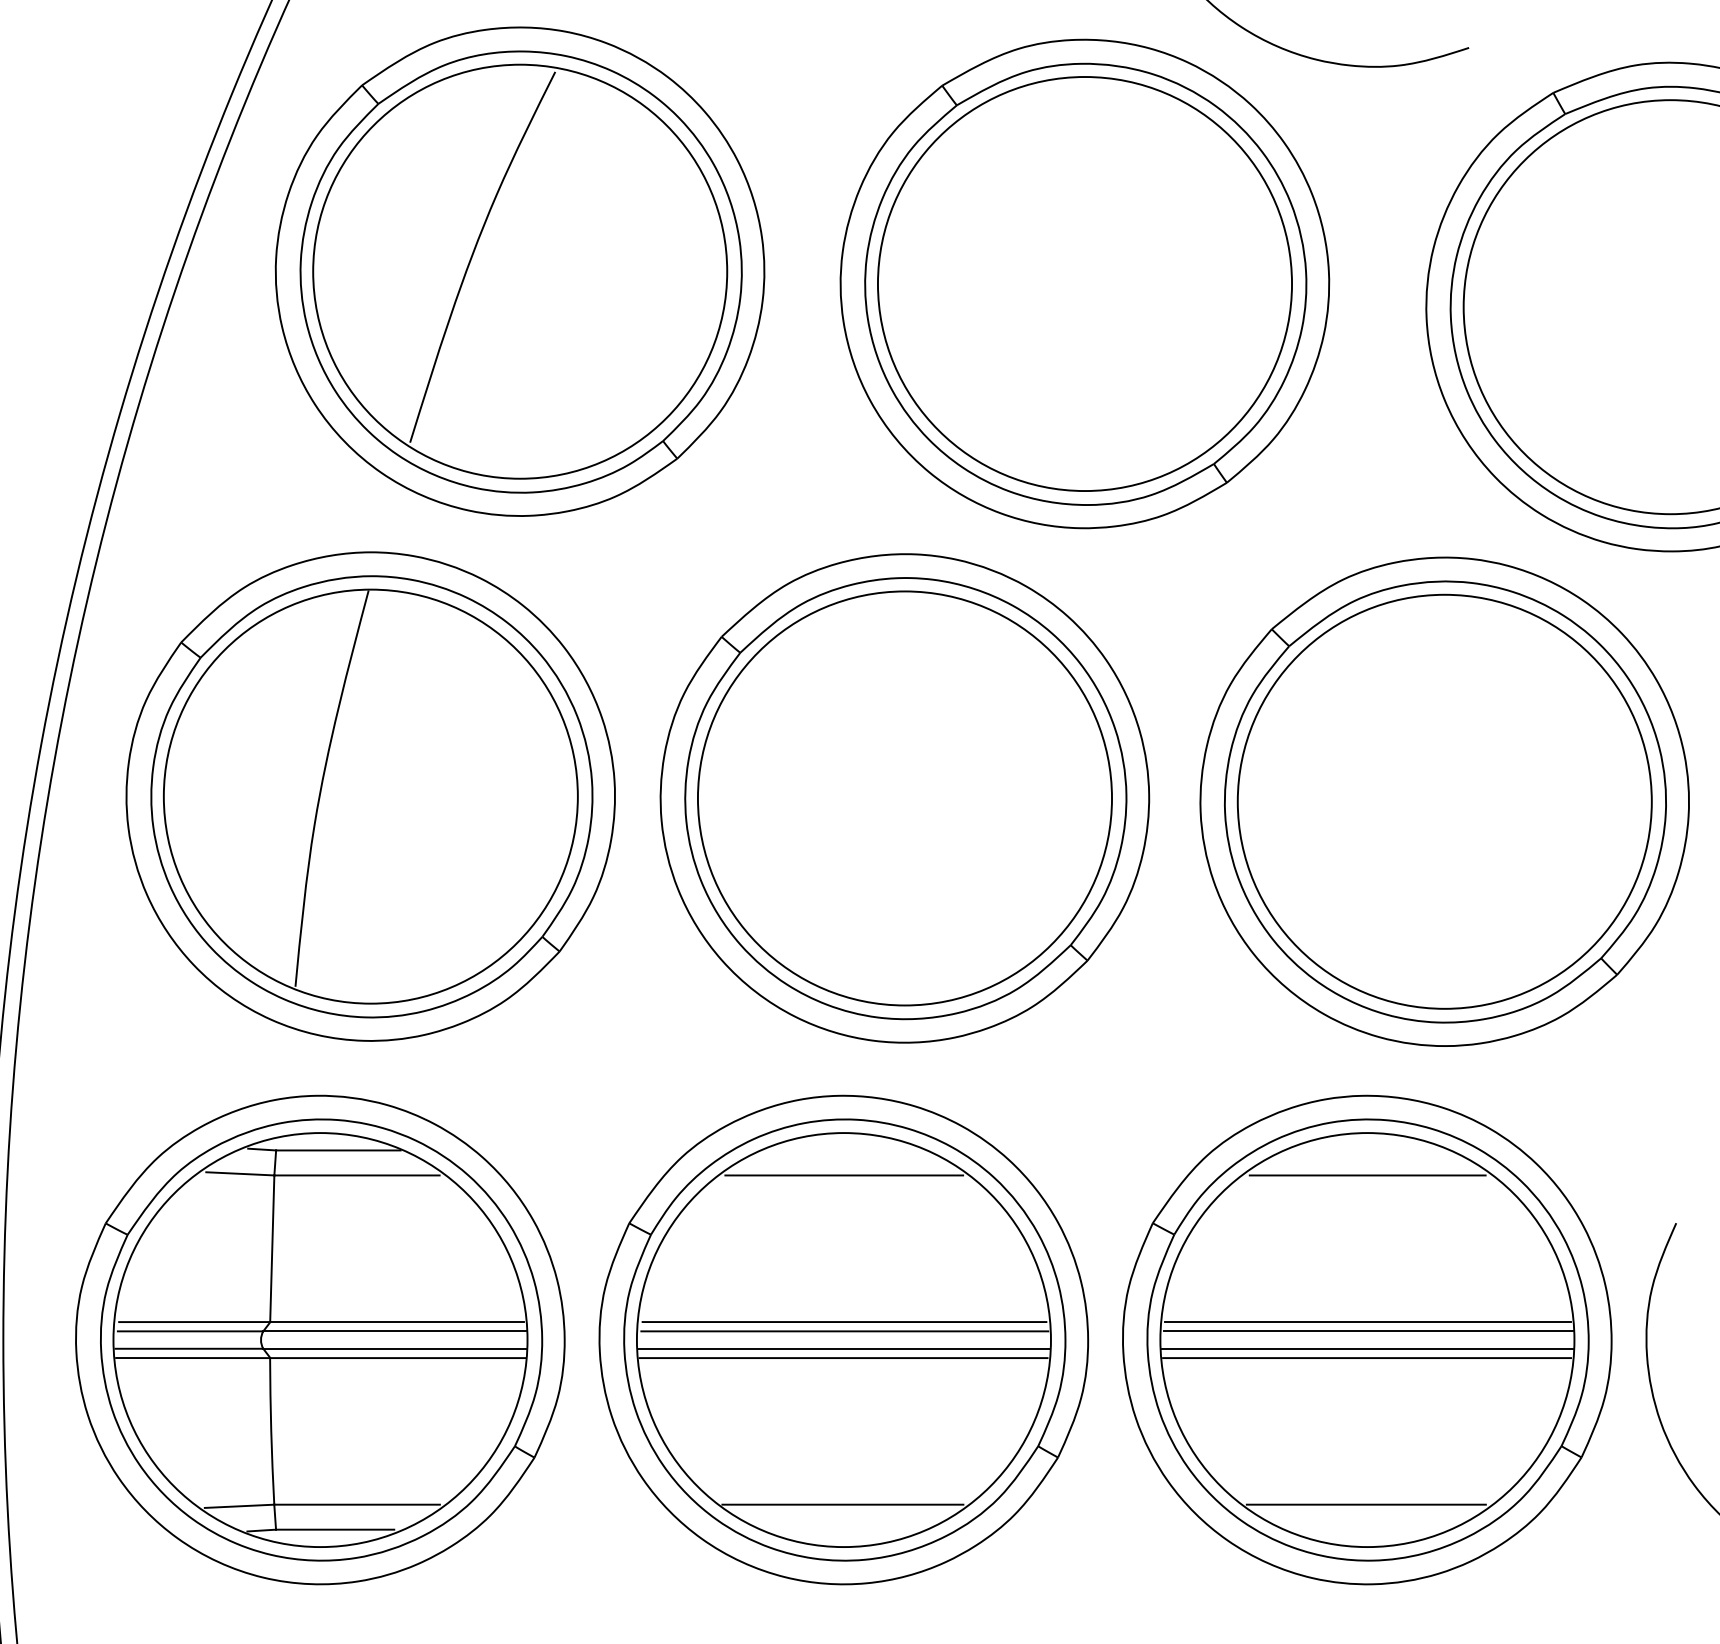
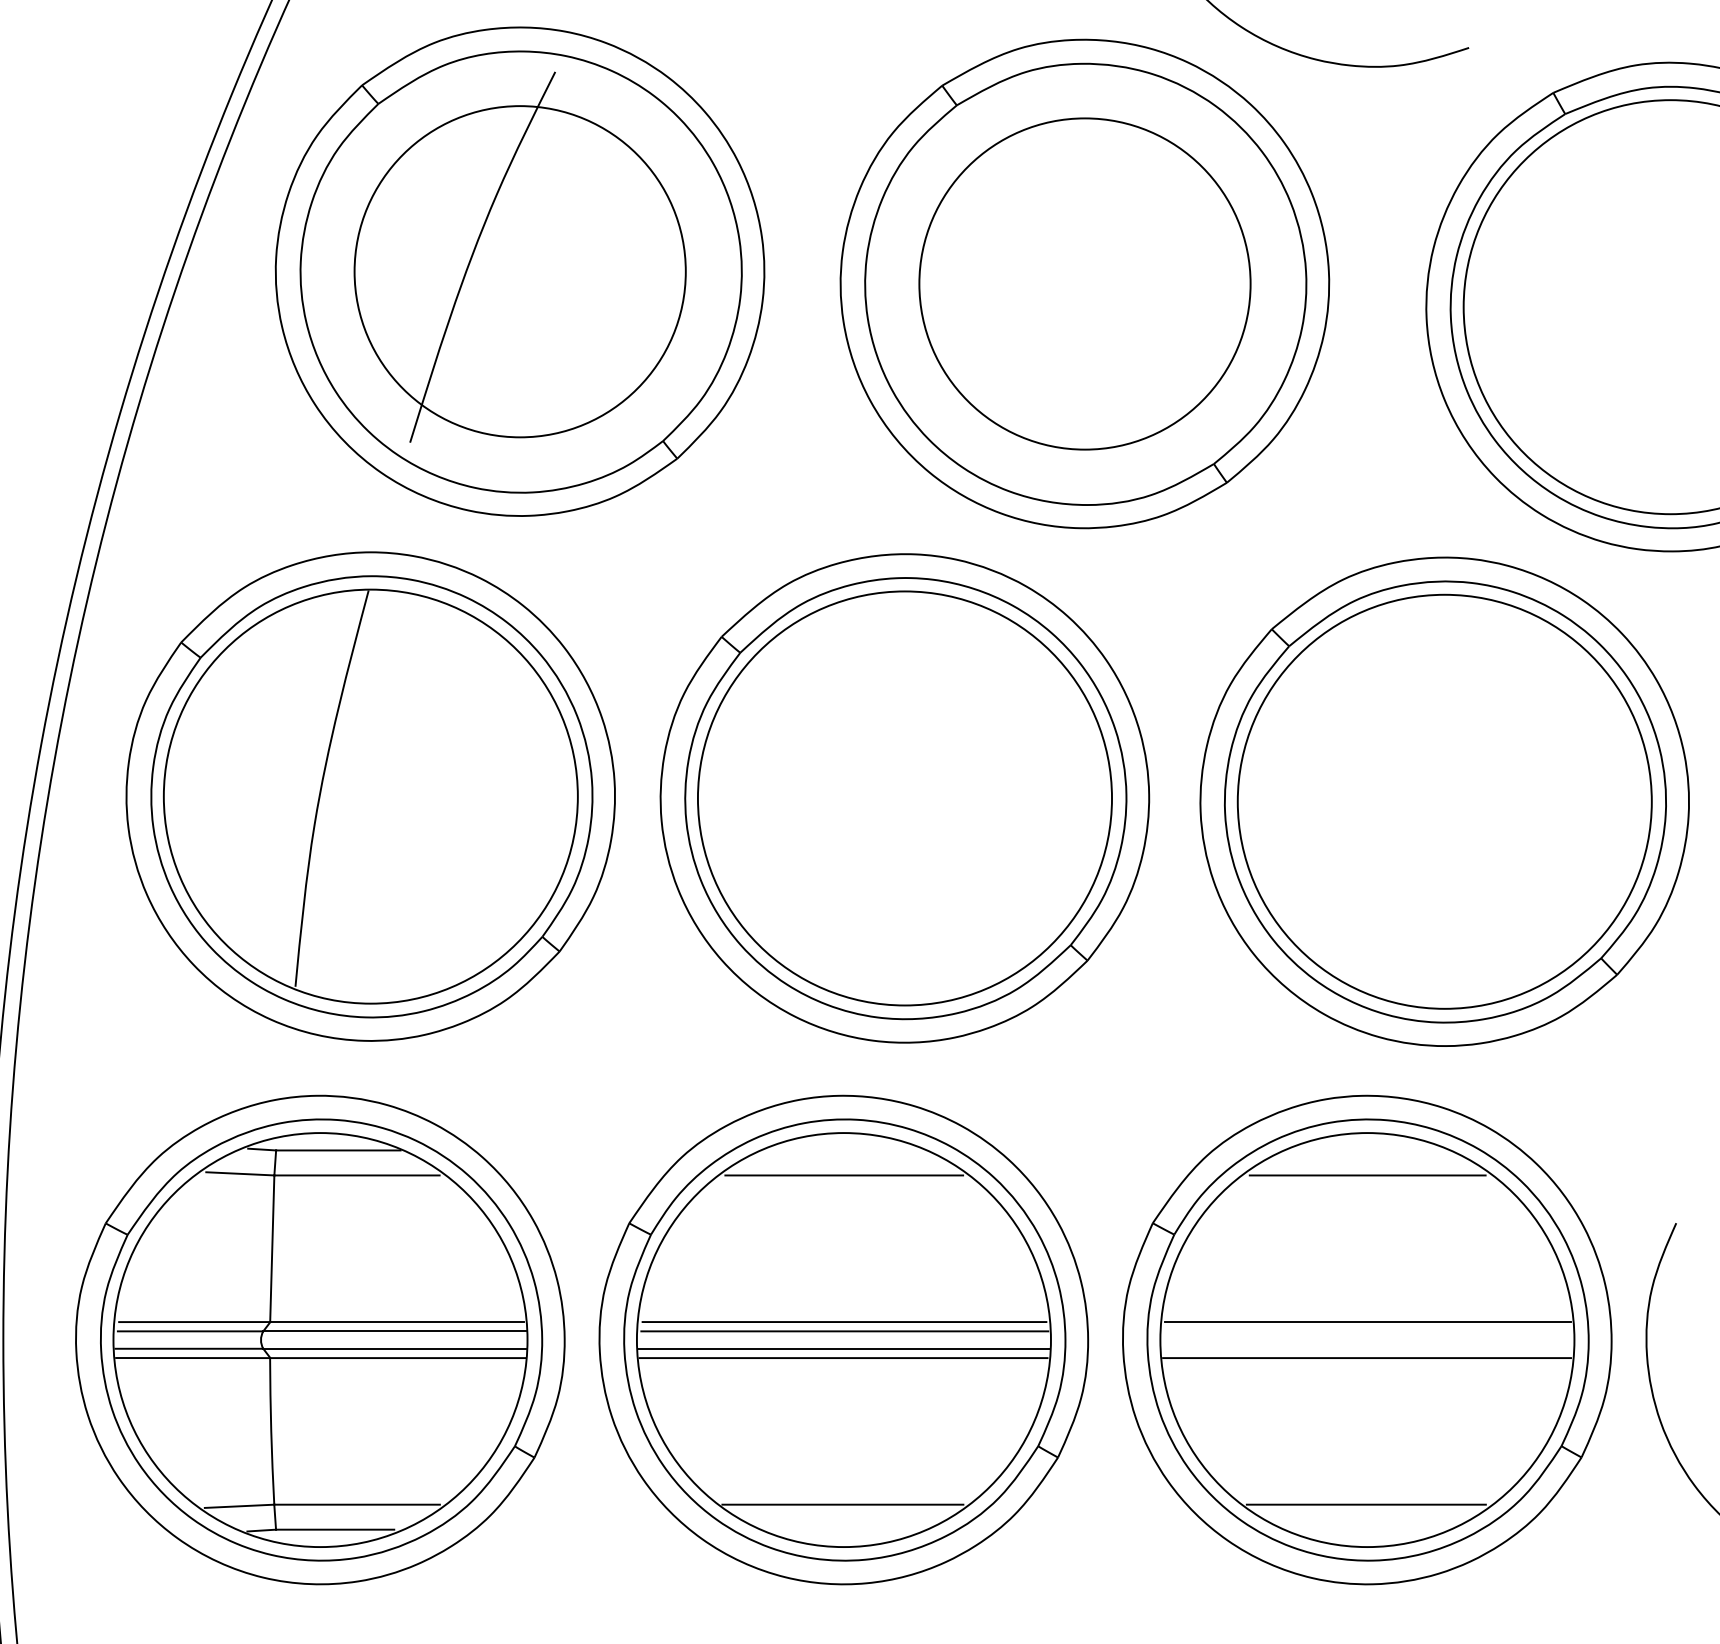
circle at (520, 271) diameter: 414 px -> 331 px
circle at (1084, 284) diameter: 414 px -> 331 px
line at (1367, 1331): present -> none
line at (1367, 1348): present -> none
